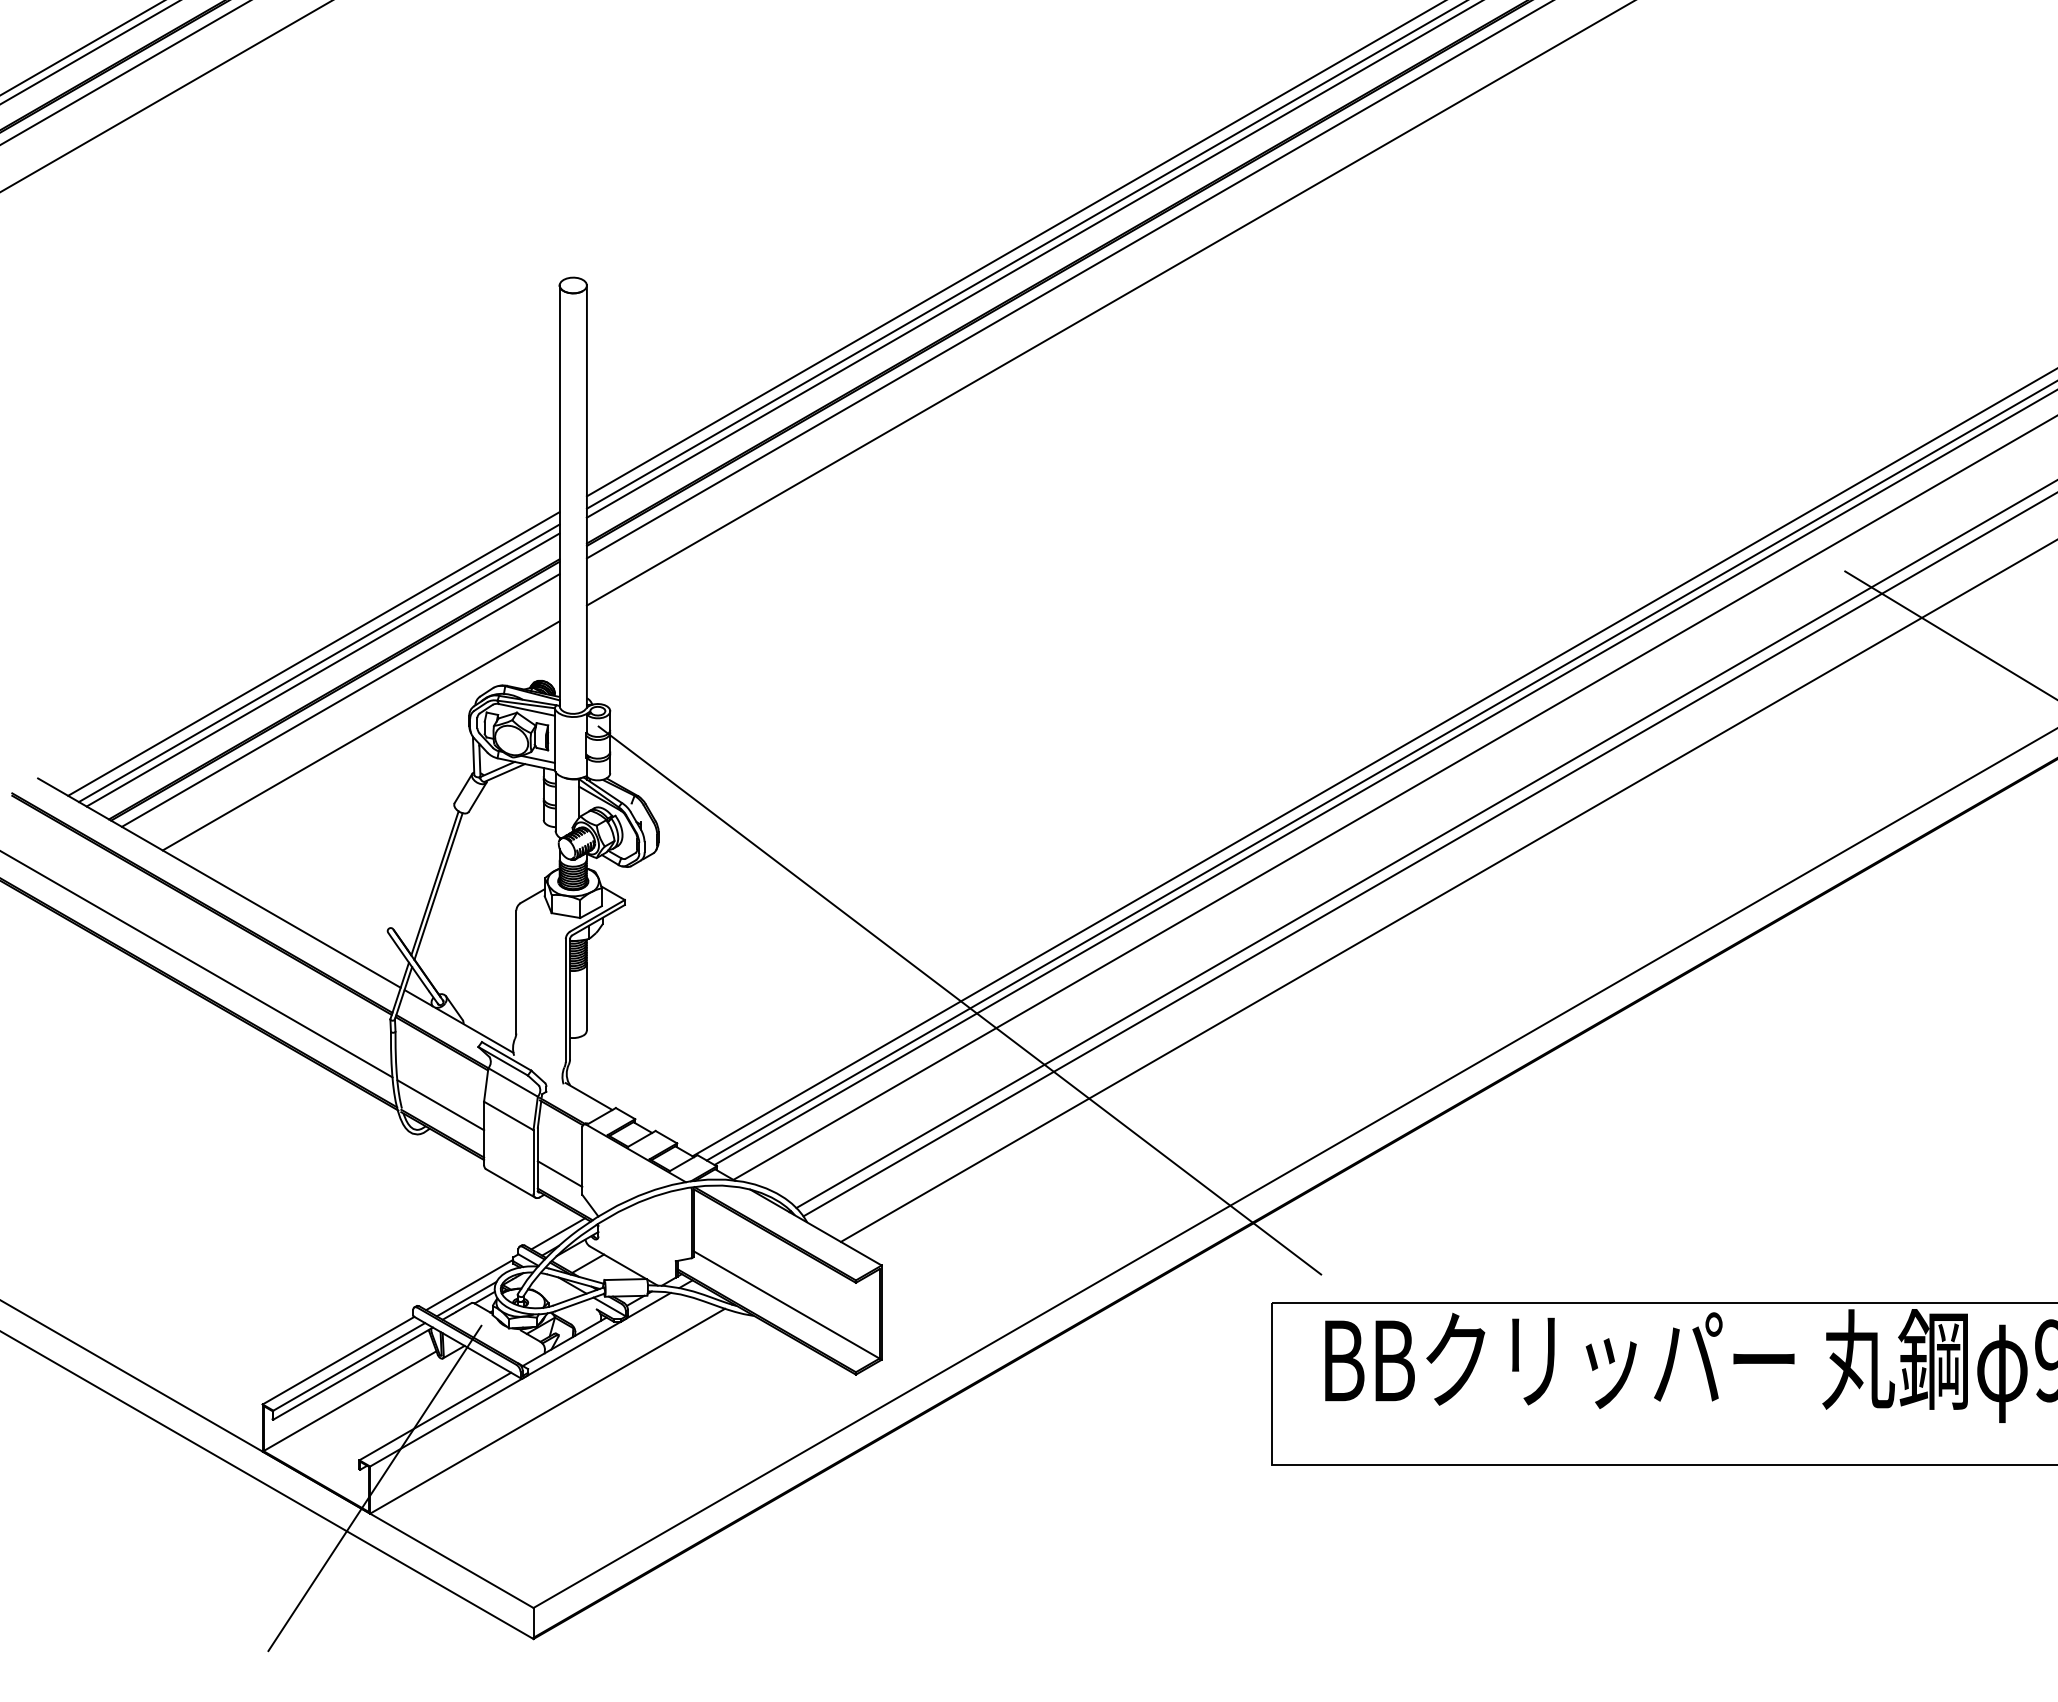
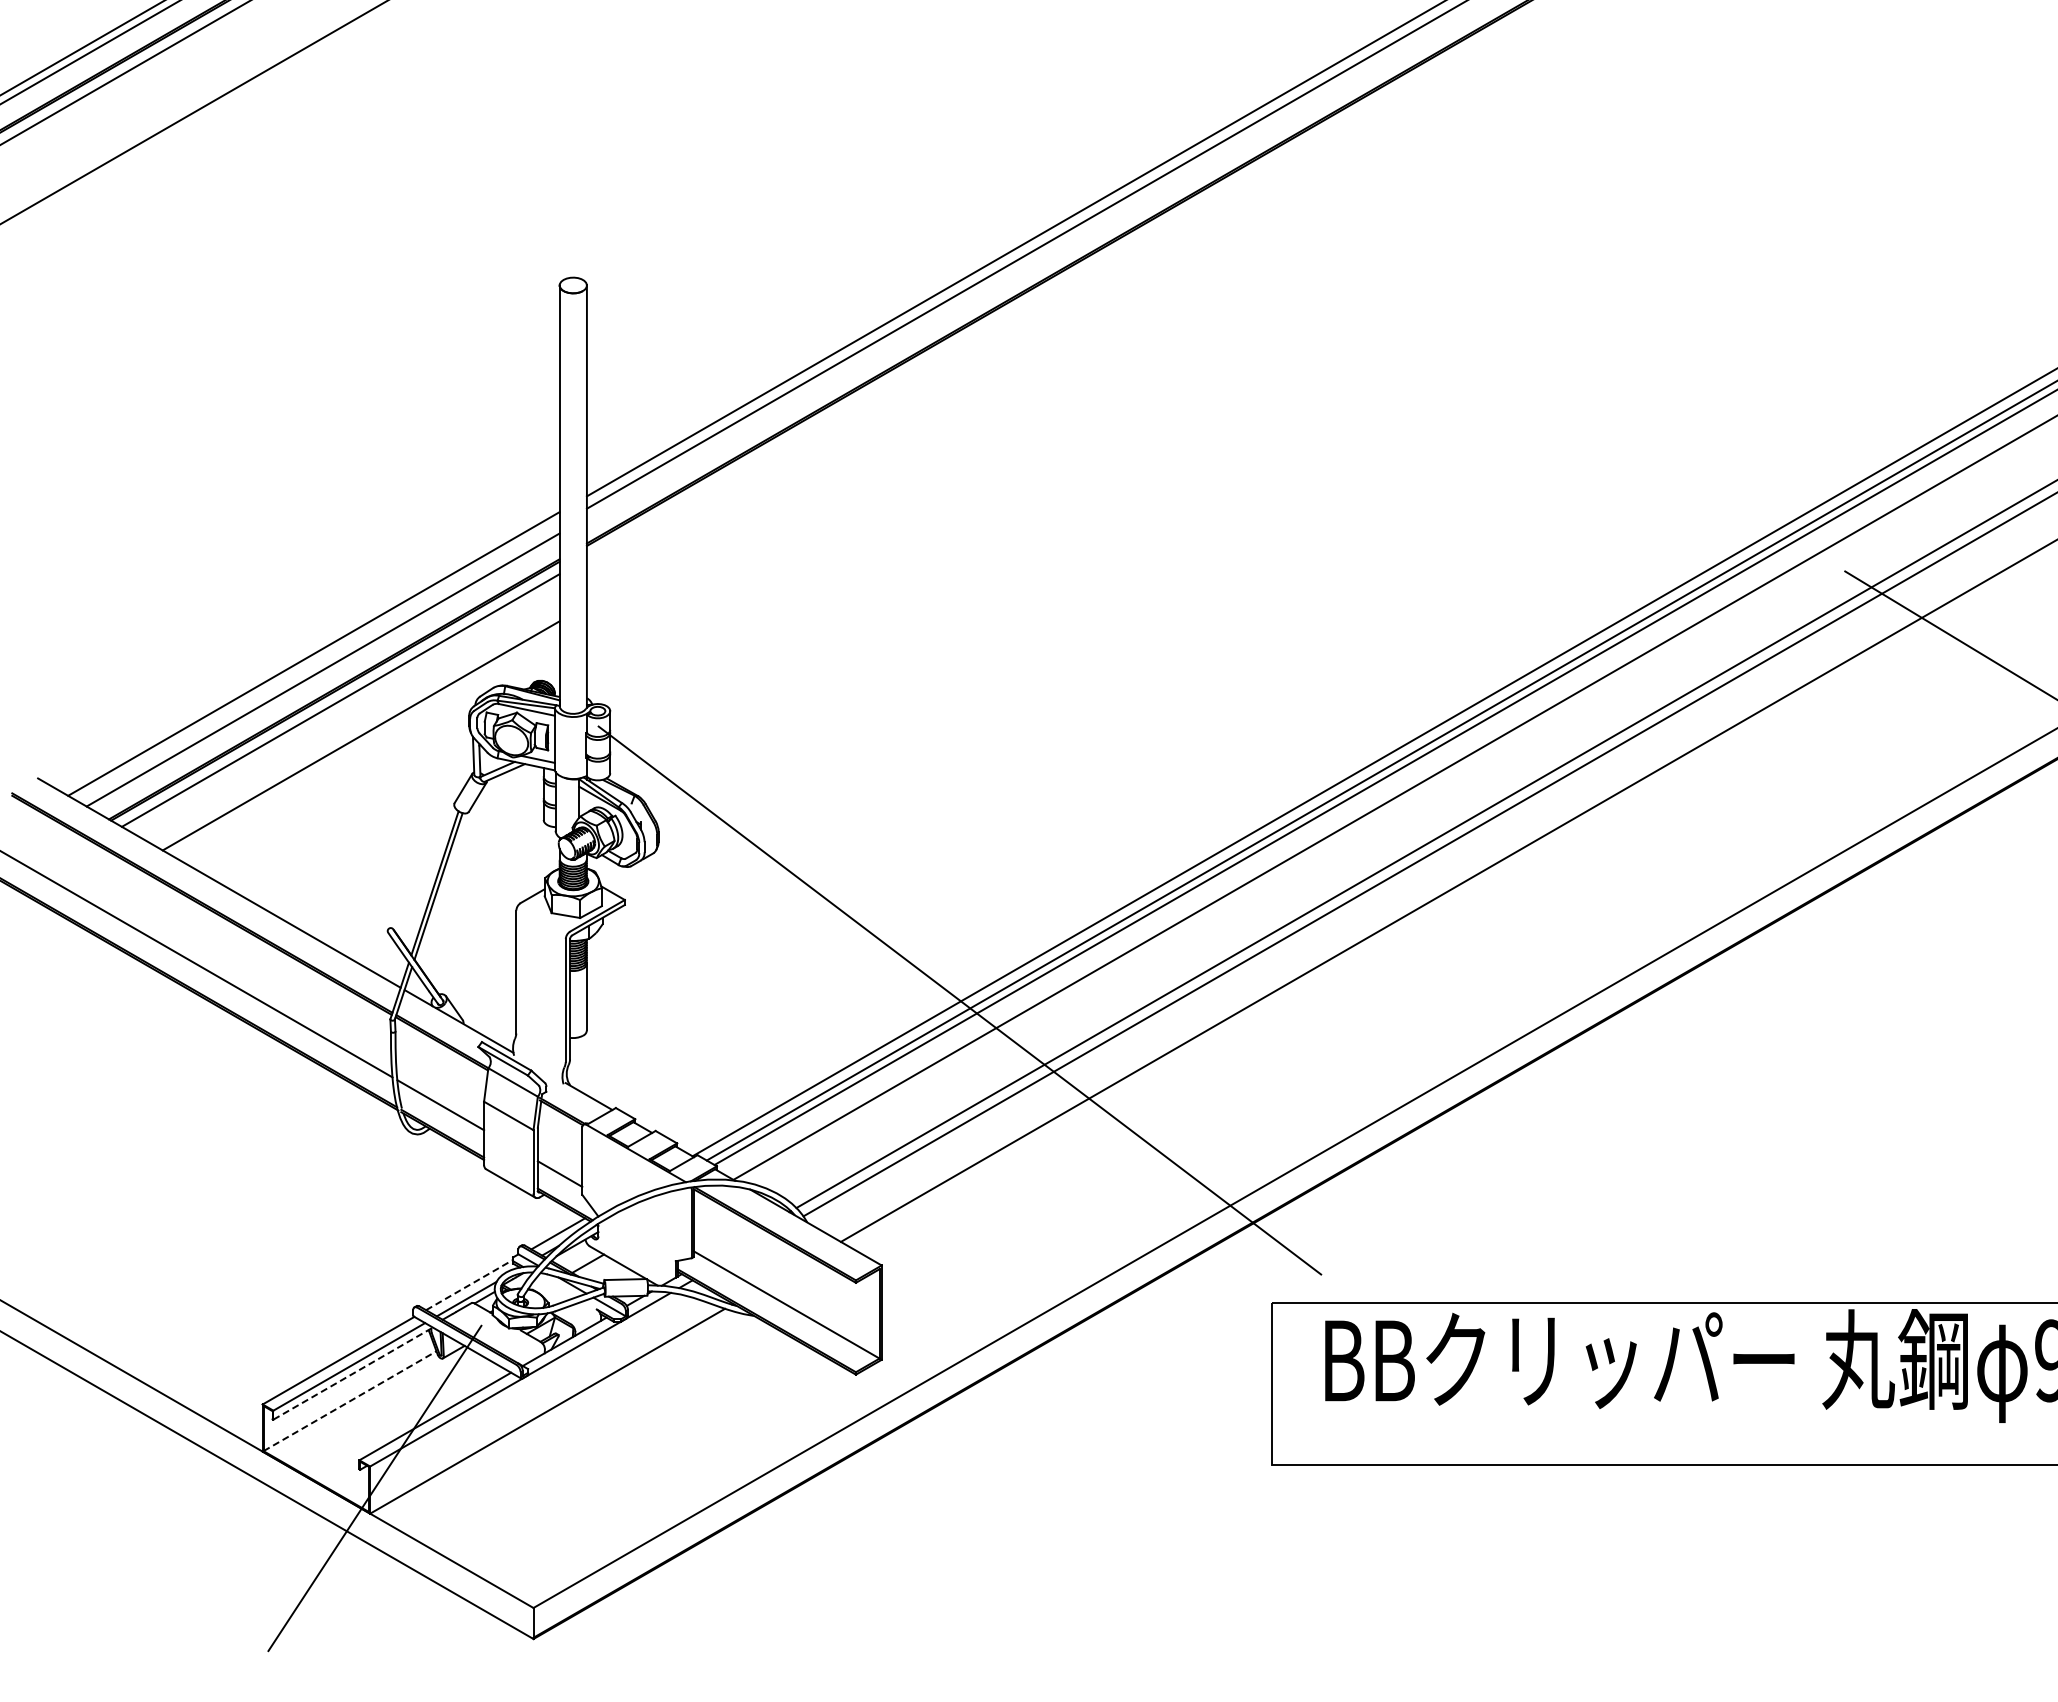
line at (165, 96) position: (165, 96) -> (193, 112)
line at (1032, 259): present -> none
line at (1068, 280): present -> none
line at (1108, 303): present -> none
line at (318, 663): present -> none
line at (470, 1284): solid -> dashed
line at (353, 1373): solid -> dashed
line at (350, 1401): solid -> dashed
